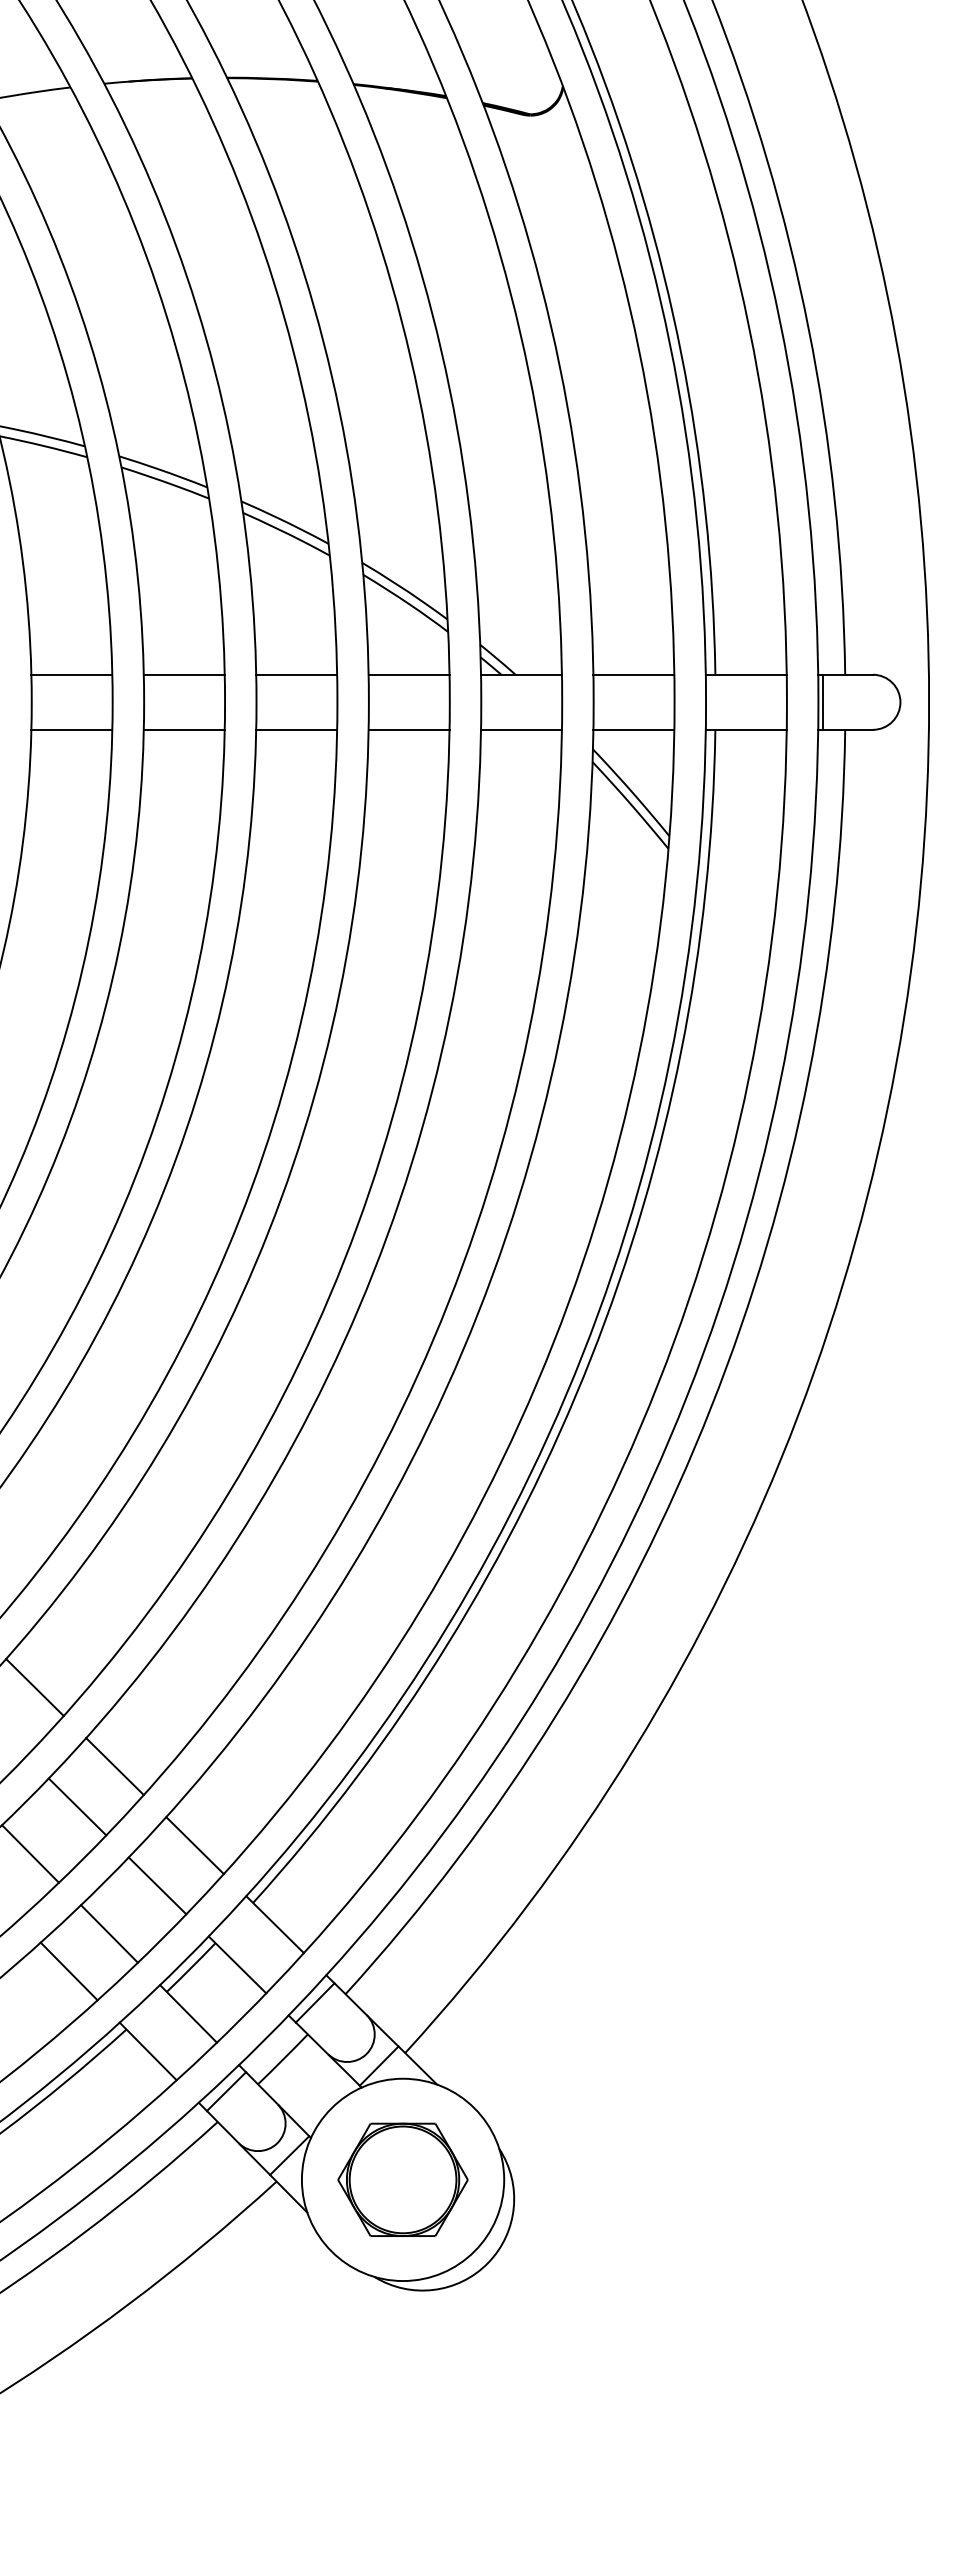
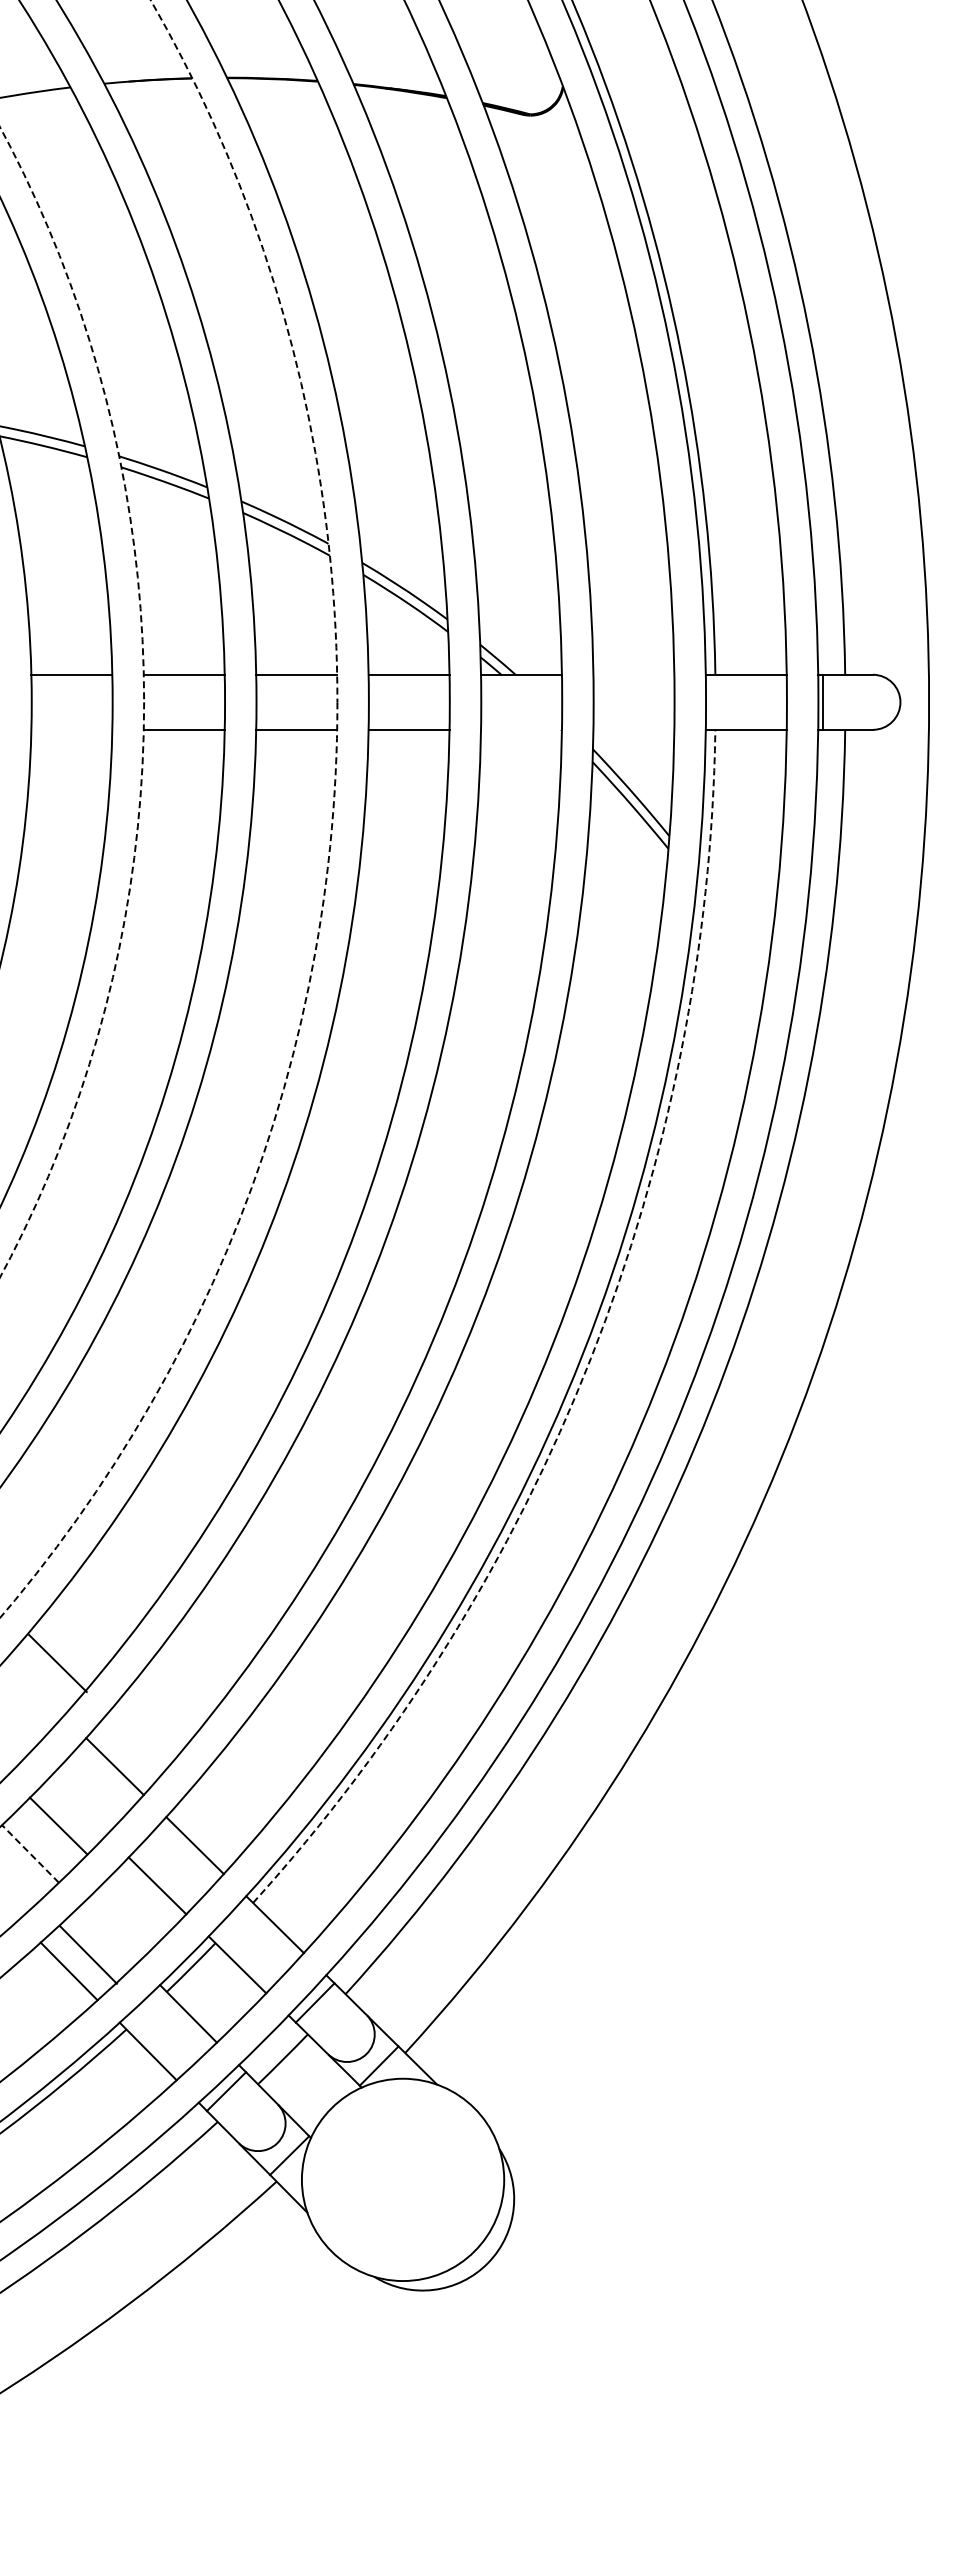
line at (633, 674): present -> none
circle at (72, 701): solid -> dashed
line at (71, 729): present -> none
line at (521, 729): present -> none
line at (633, 729): present -> none
circle at (168, 808): solid -> dashed
arc at (590, 1358): solid -> dashed
line at (34, 1687) position: (34, 1687) -> (57, 1663)
line at (77, 1806) position: (77, 1806) -> (58, 1825)
line at (30, 1853): solid -> dashed
line at (109, 1933) position: (109, 1933) -> (88, 1954)
part at (402, 2179): present -> none
